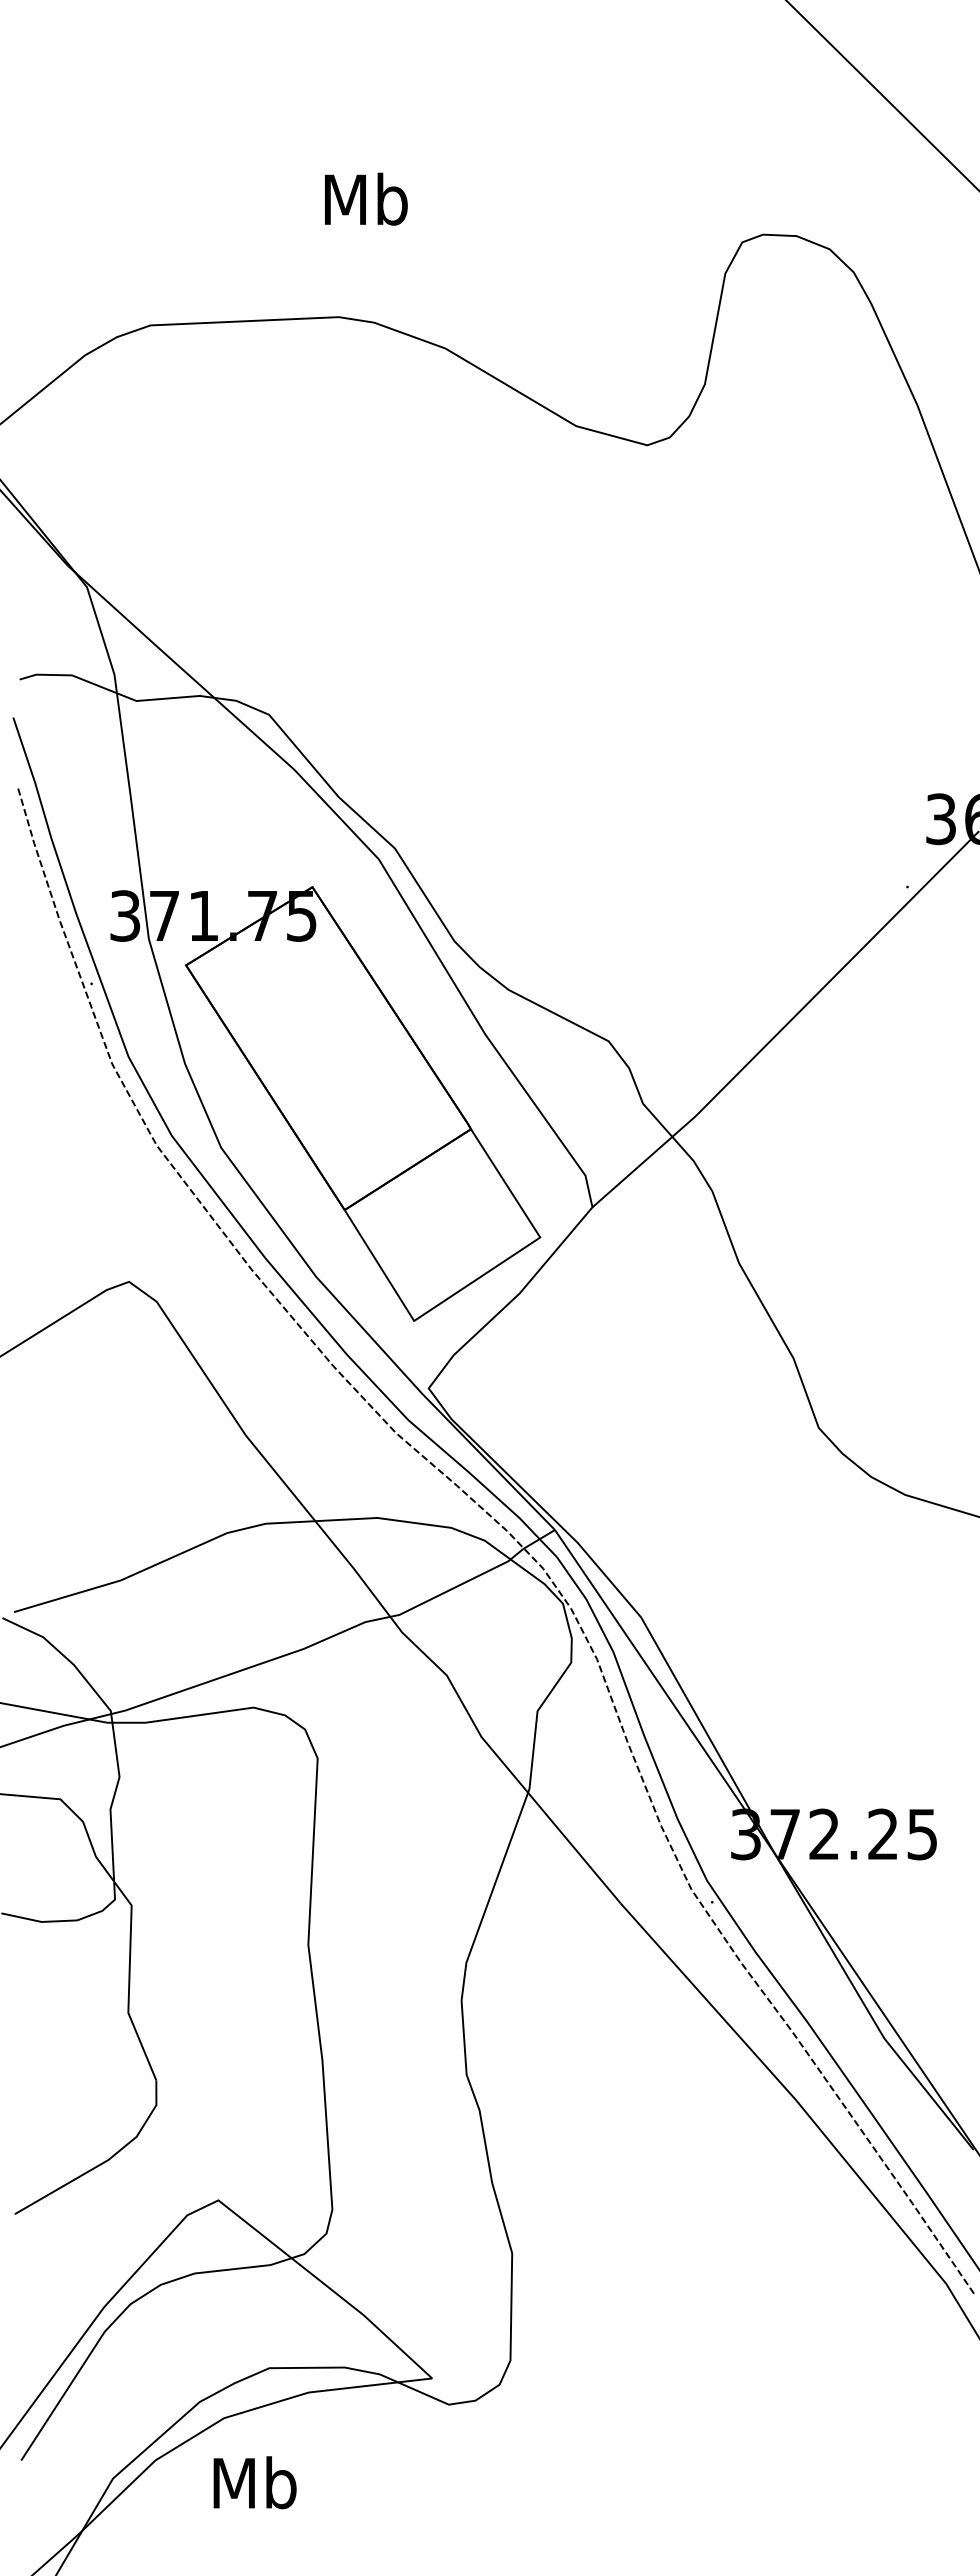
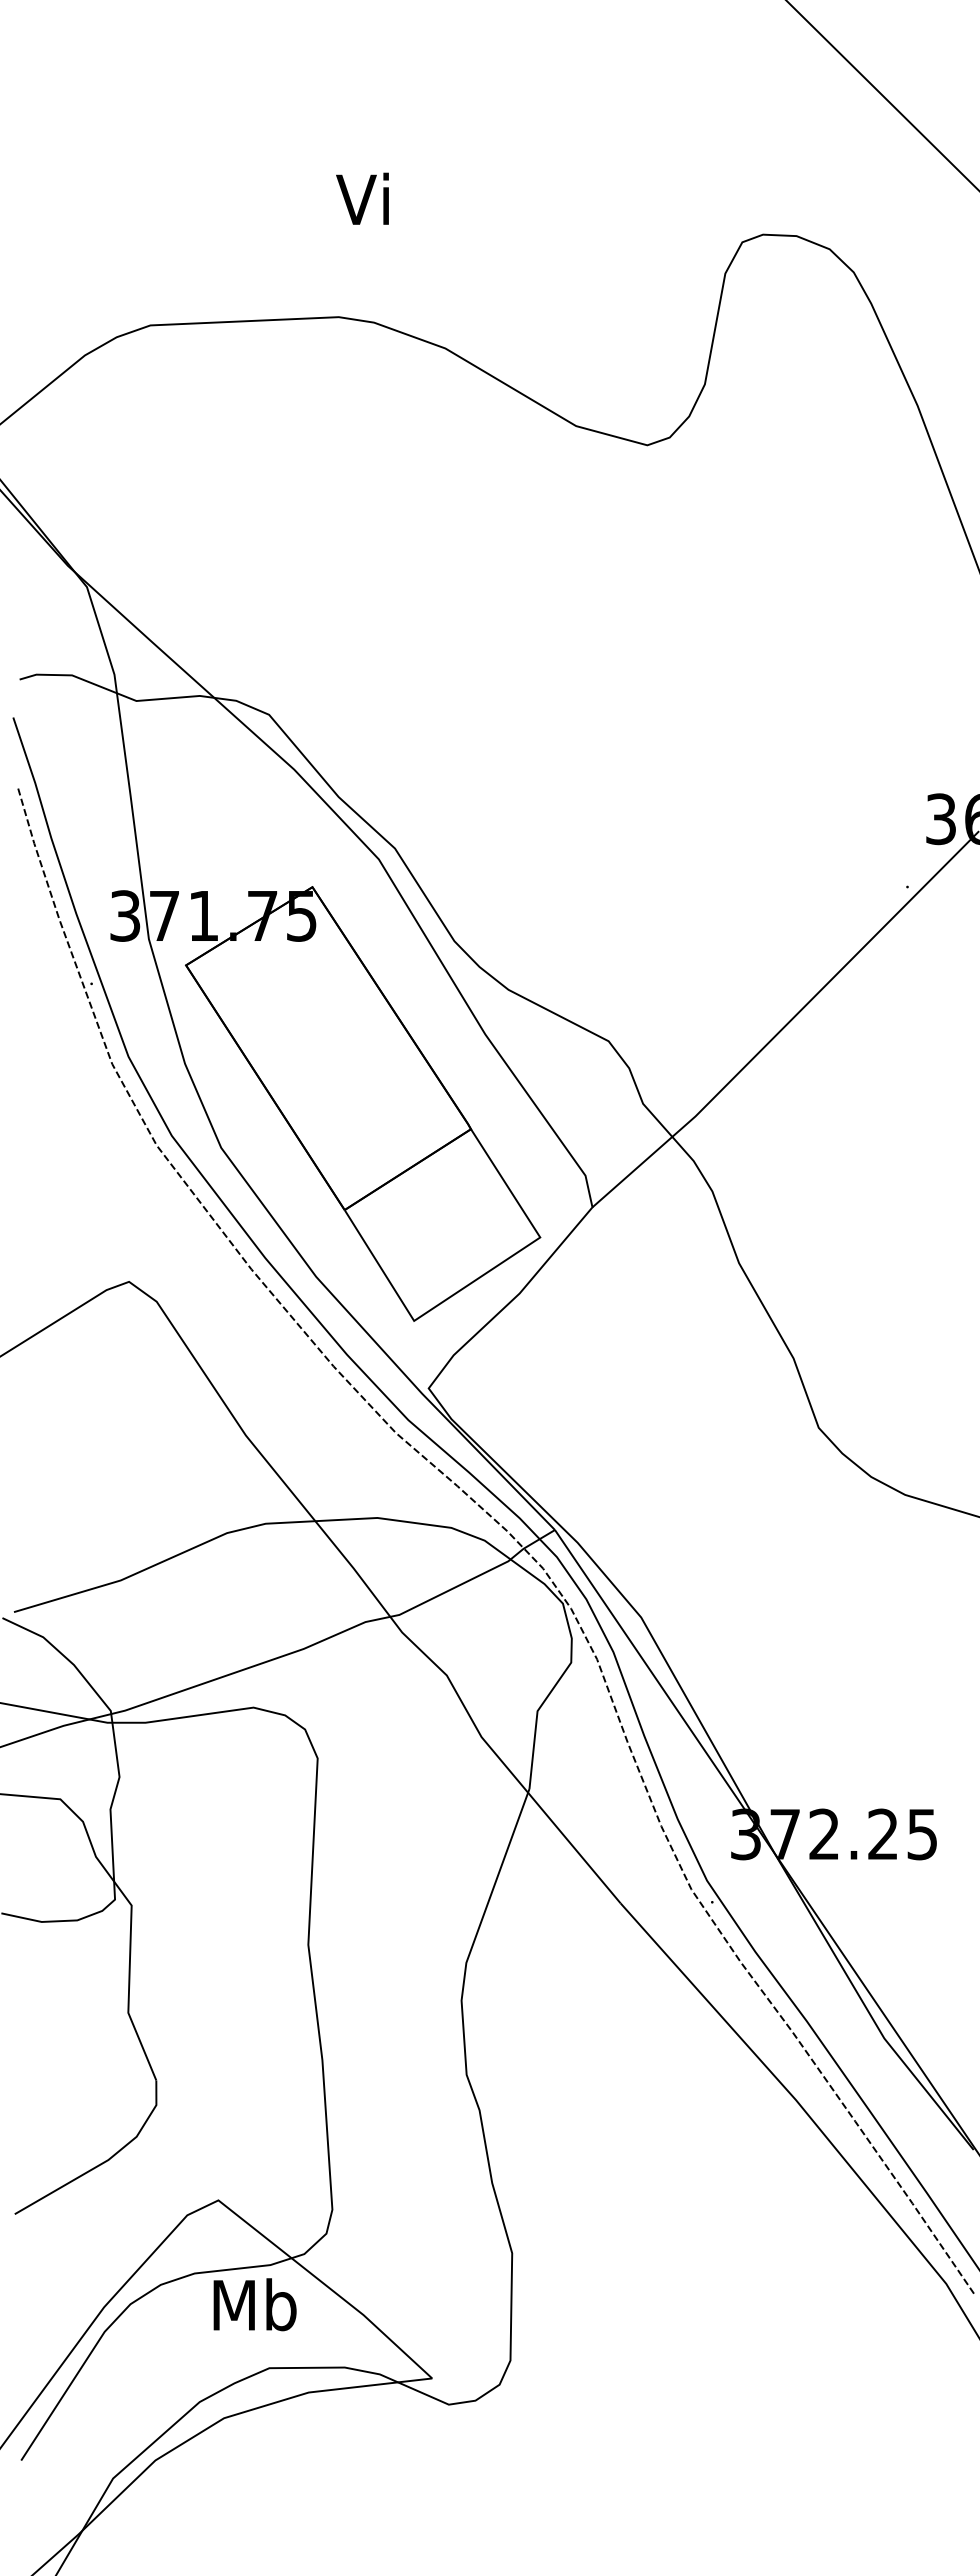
text at (366, 198): Mb -> Vi
text at (254, 2482) position: (254, 2482) -> (254, 2304)
